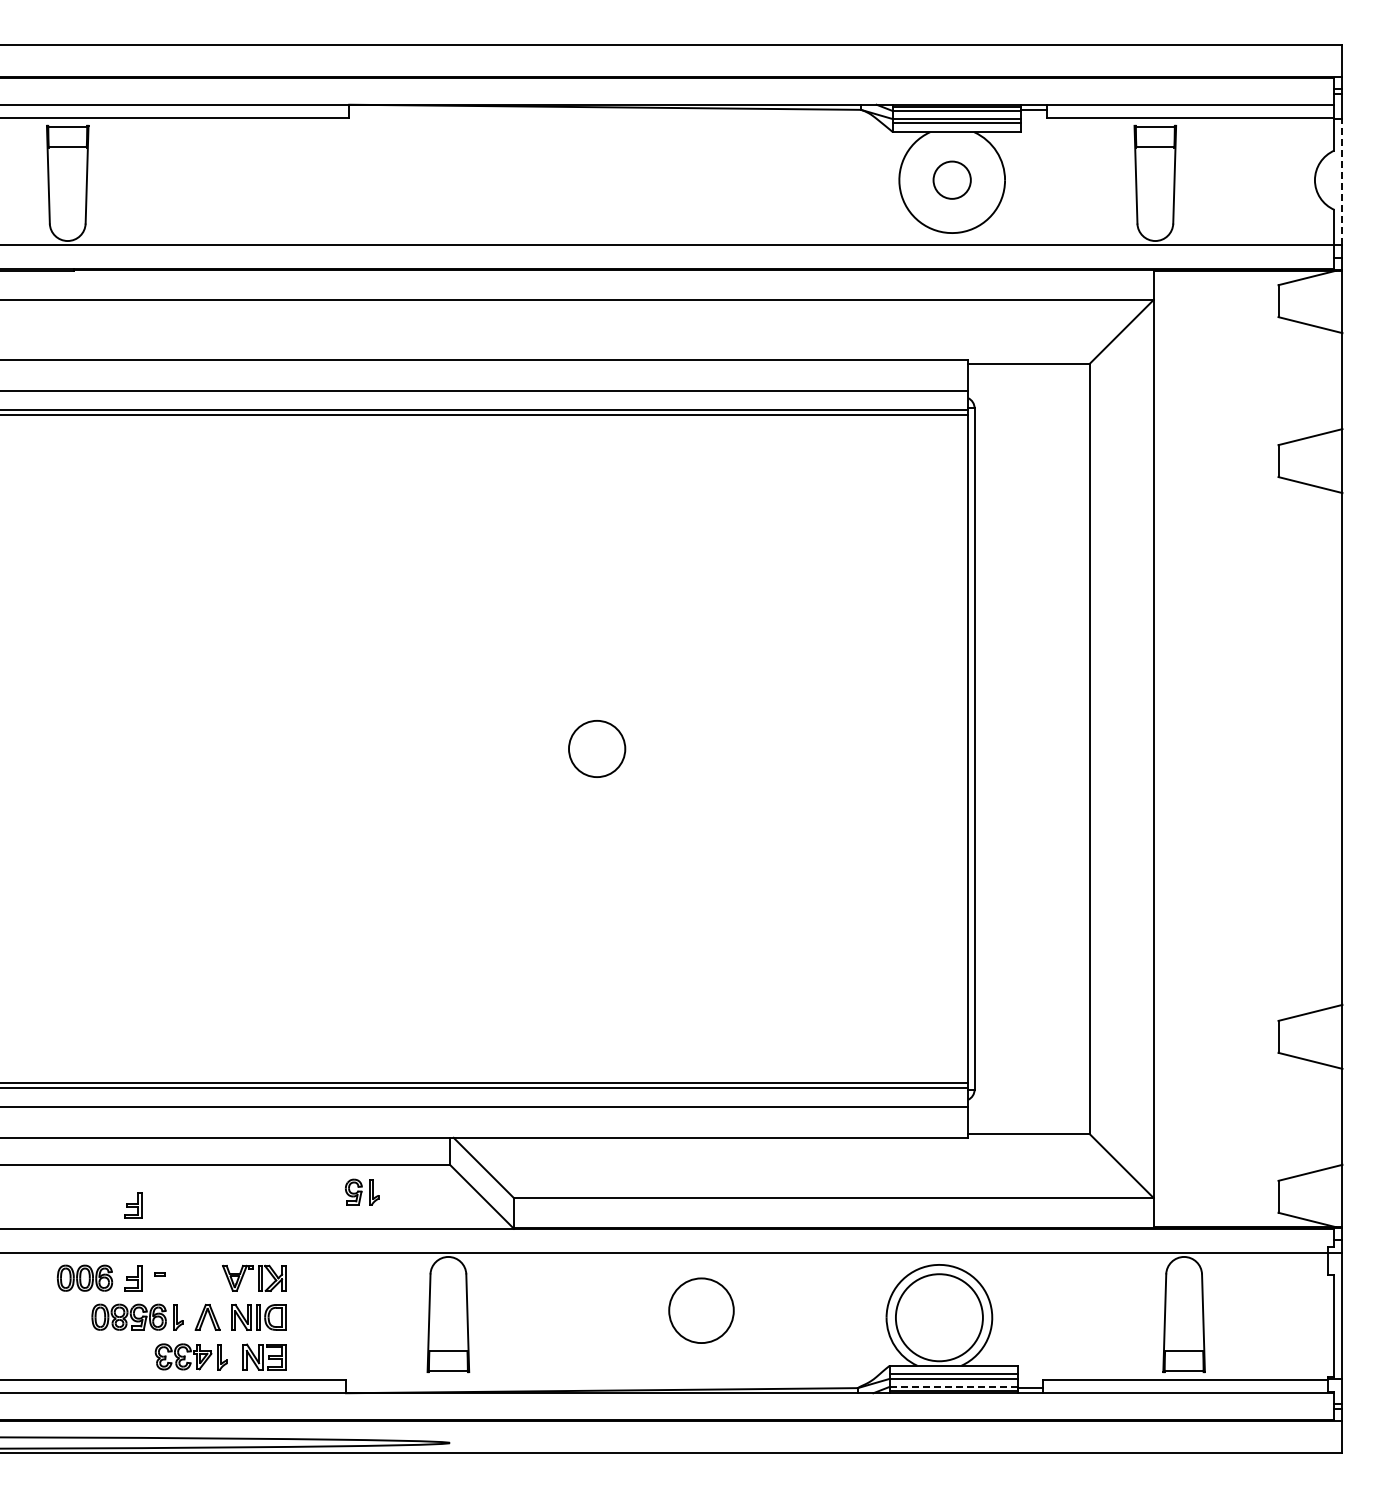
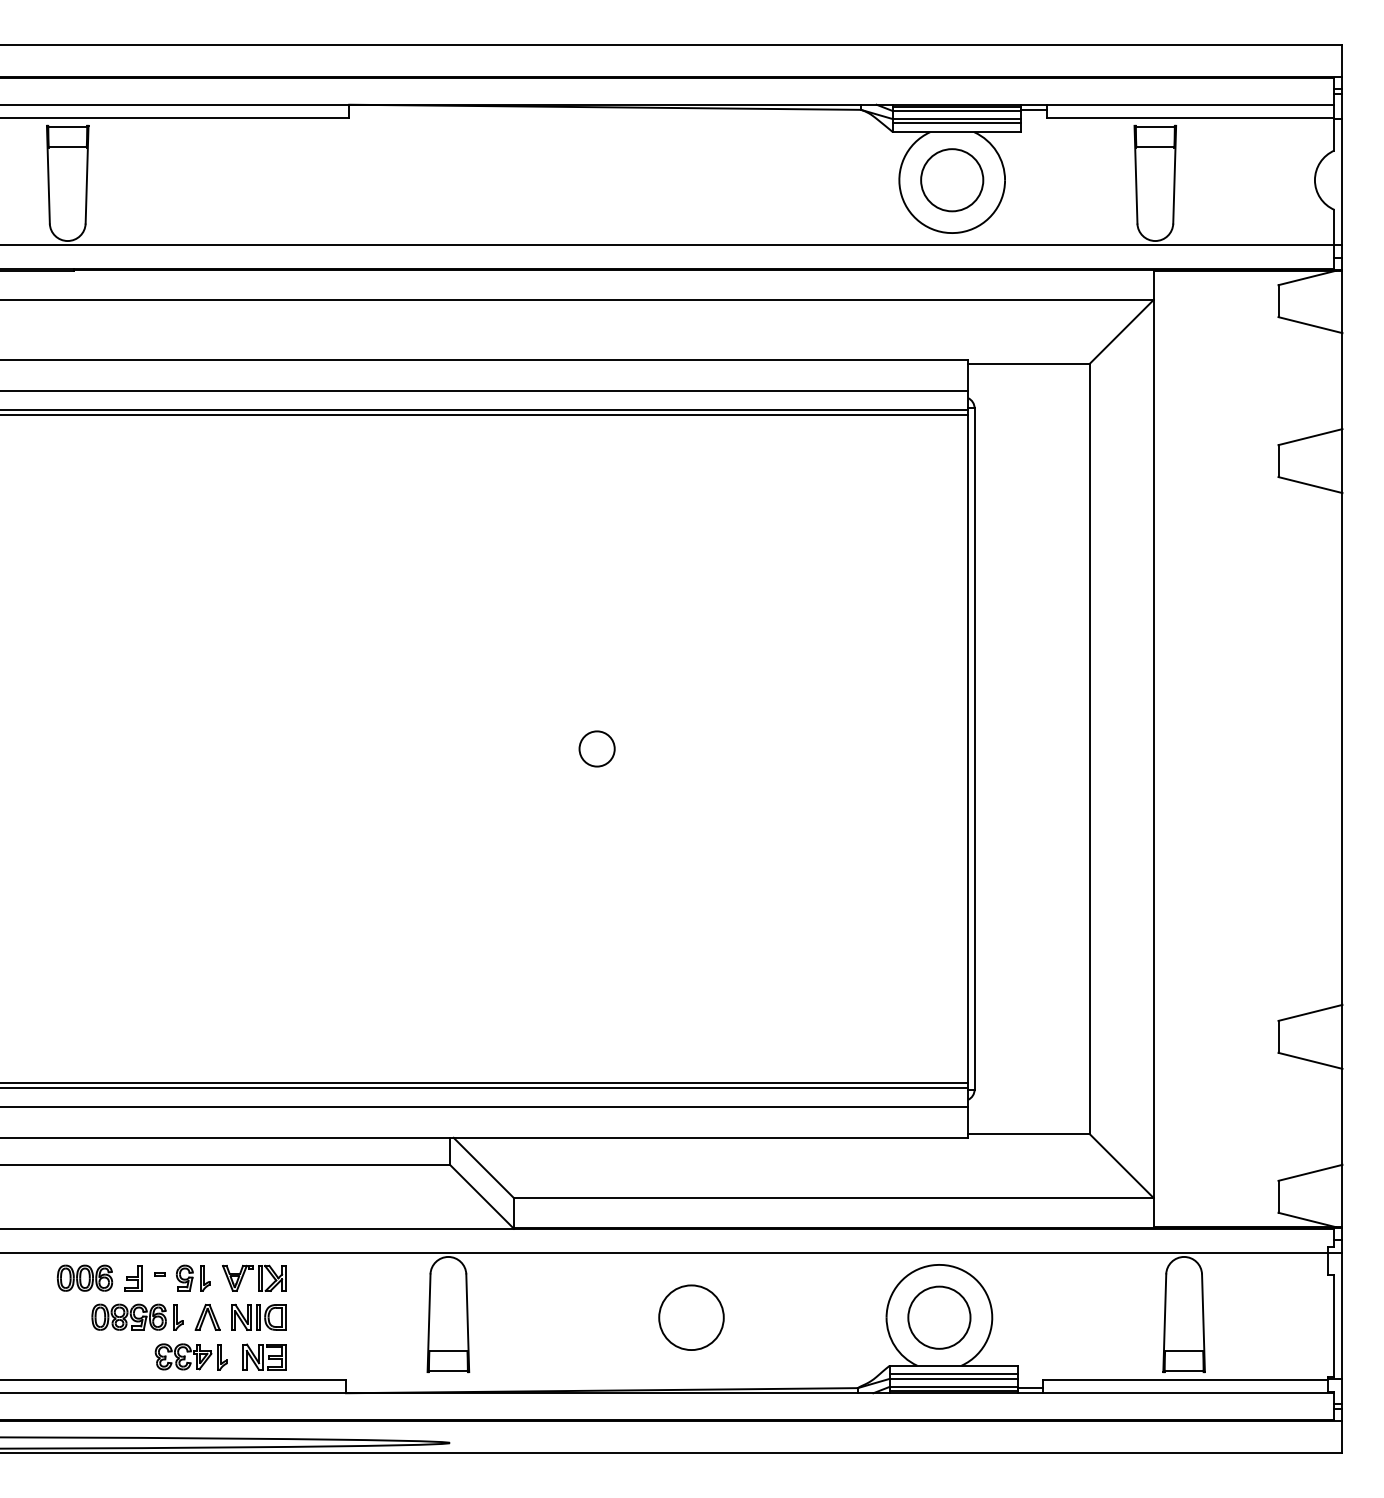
circle at (951, 179) diameter: 37 px -> 62 px
line at (1342, 181): dashed -> solid
circle at (597, 748) diameter: 56 px -> 35 px
part at (362, 1191) position: (362, 1191) -> (193, 1277)
part at (133, 1205): present -> none
circle at (701, 1310) position: (701, 1310) -> (691, 1317)
circle at (938, 1317) diameter: 87 px -> 62 px
line at (953, 1386): dashed -> solid
